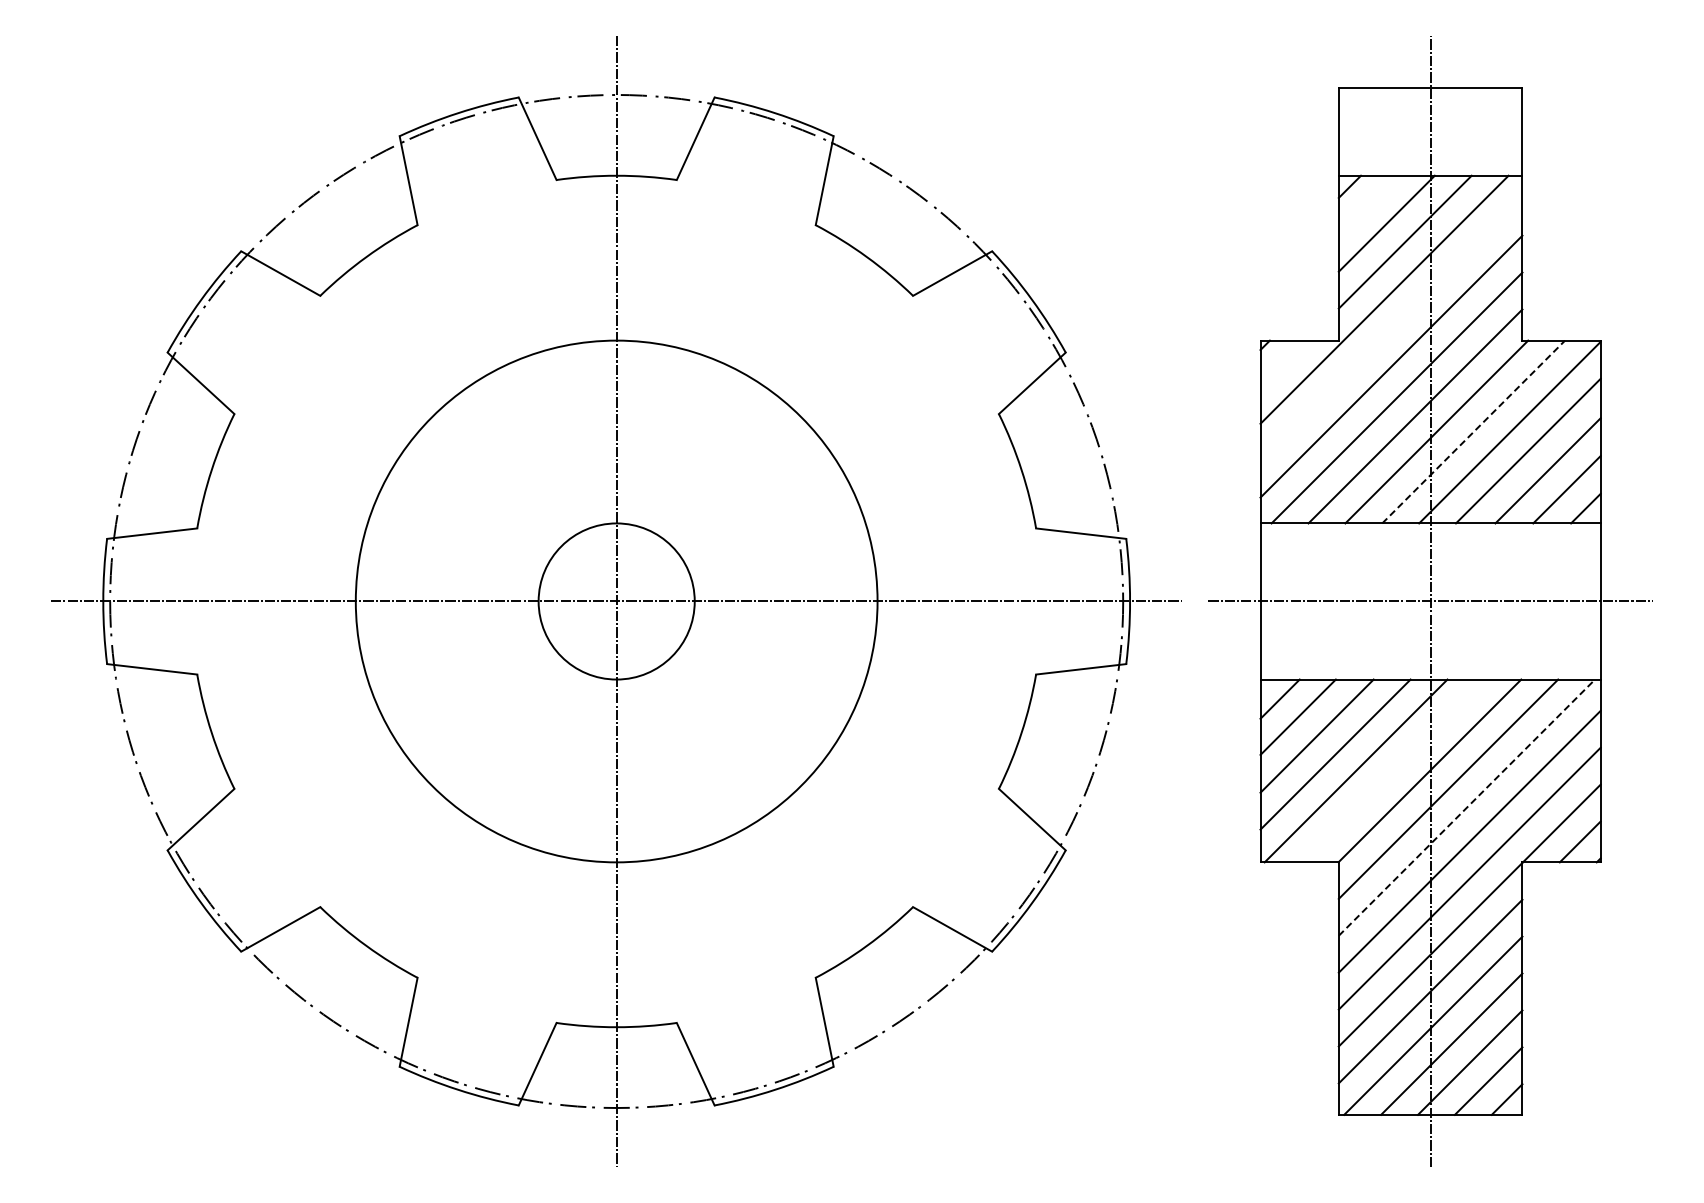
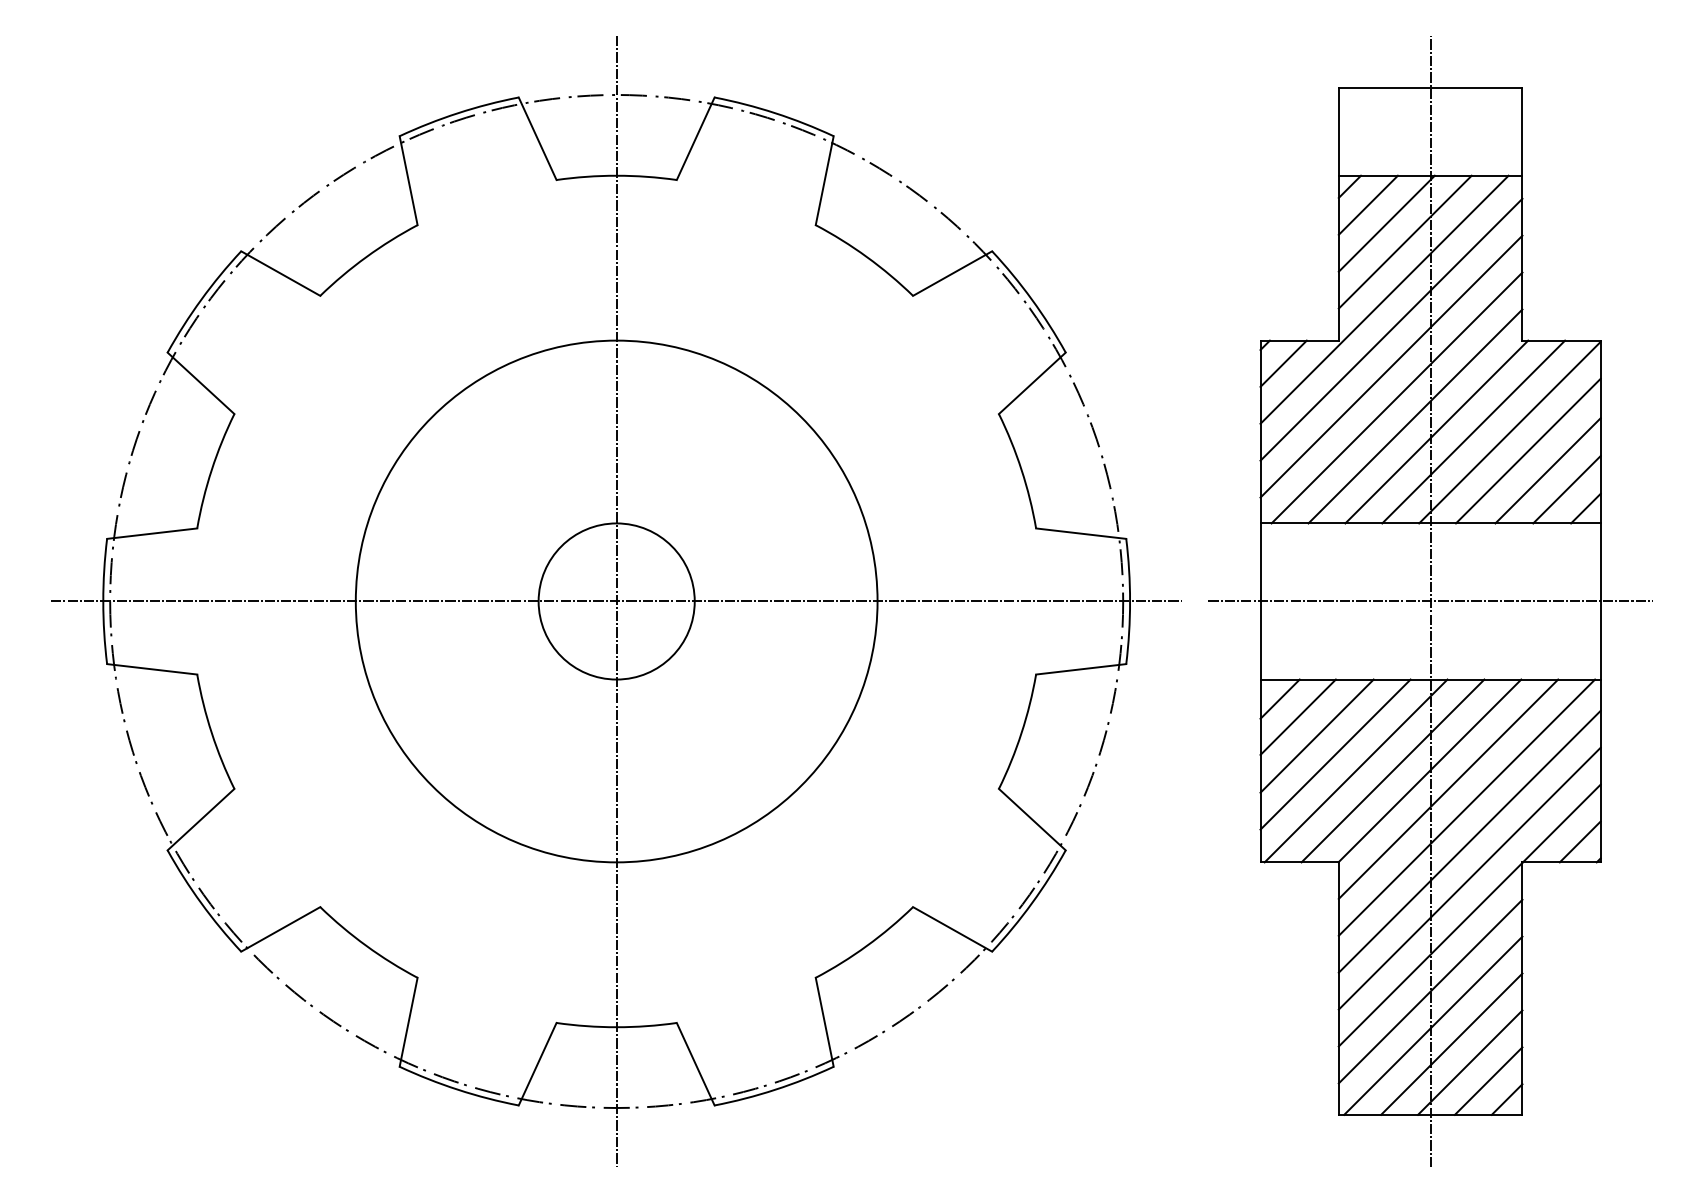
line at (1367, 204): none -> present
line at (1391, 329): none -> present
line at (1283, 363): none -> present
line at (1474, 431): dashed -> solid
line at (1392, 770): none -> present
line at (1467, 807): dashed -> solid
